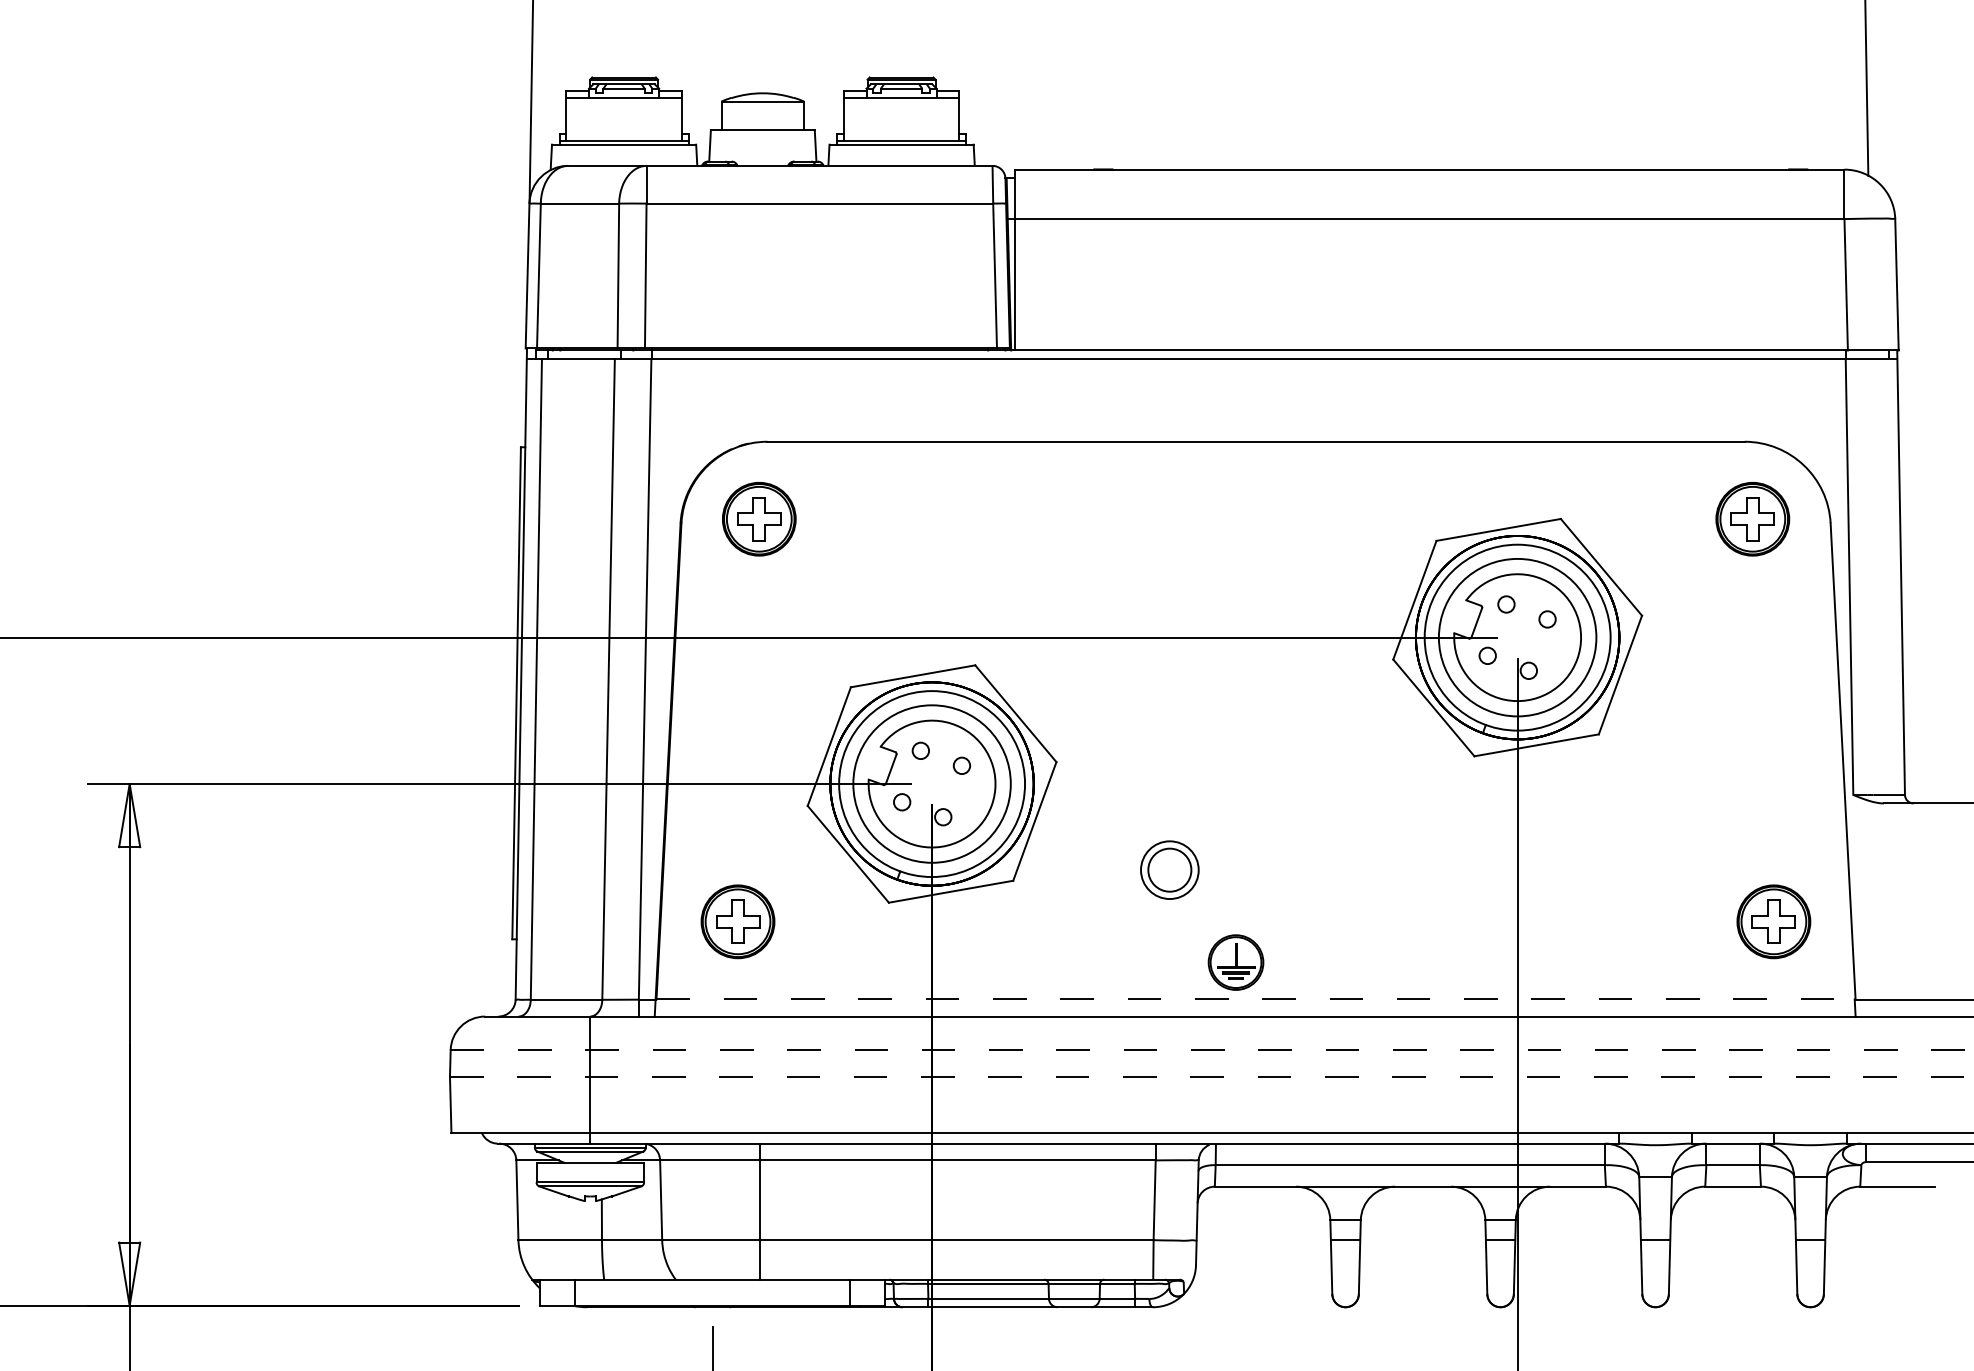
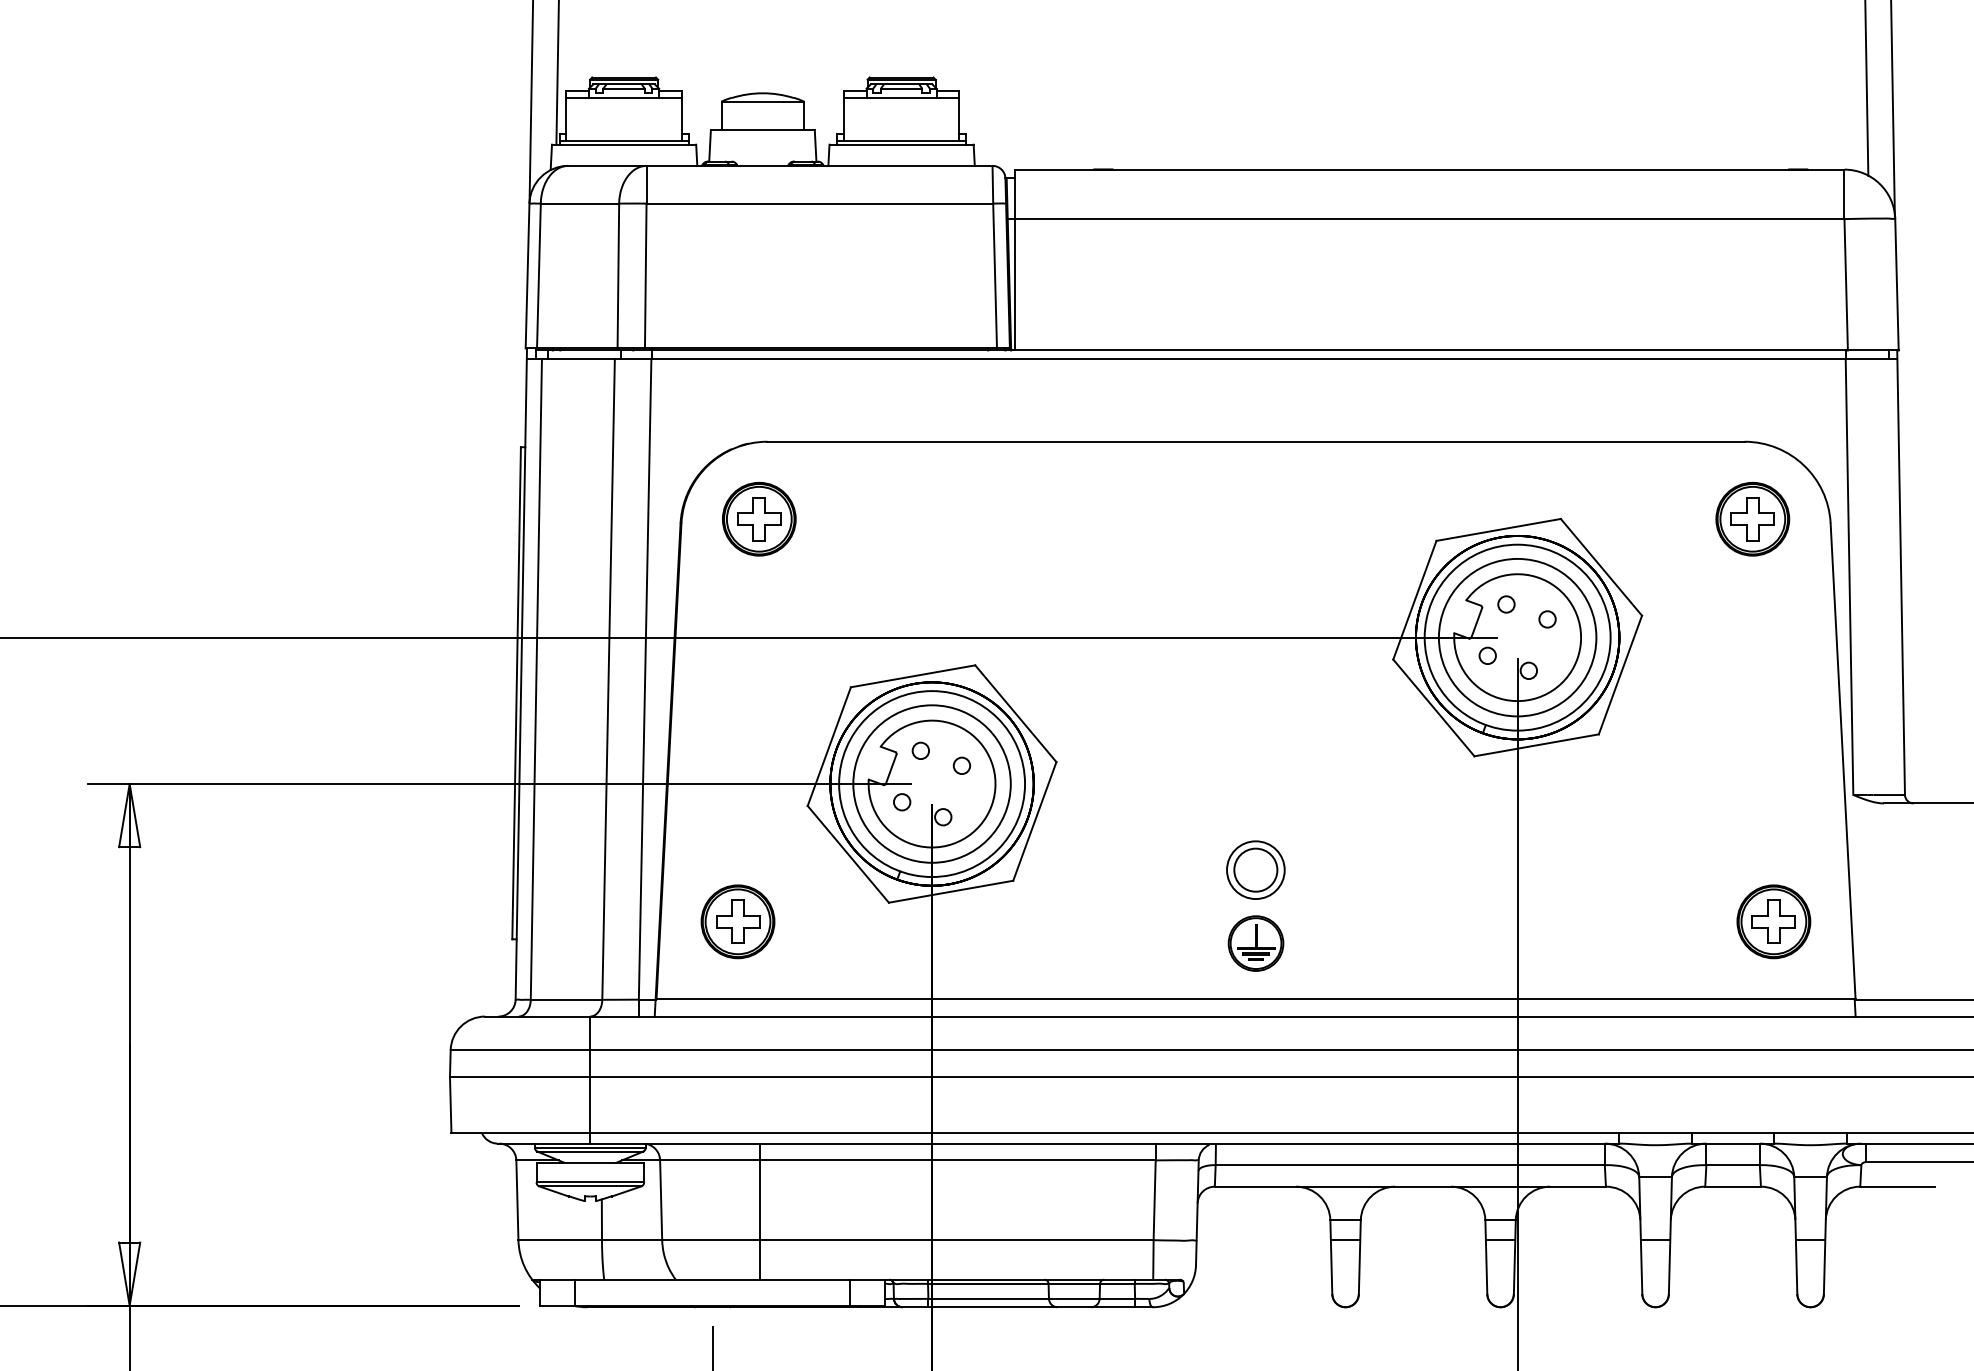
line at (557, 73): none -> present
line at (1892, 109): none -> present
part at (1169, 869) position: (1169, 869) -> (1255, 869)
part at (1235, 962) position: (1235, 962) -> (1255, 943)
line at (1256, 999): dashed -> solid
line at (1212, 1050): dashed -> solid
line at (1211, 1076): dashed -> solid
